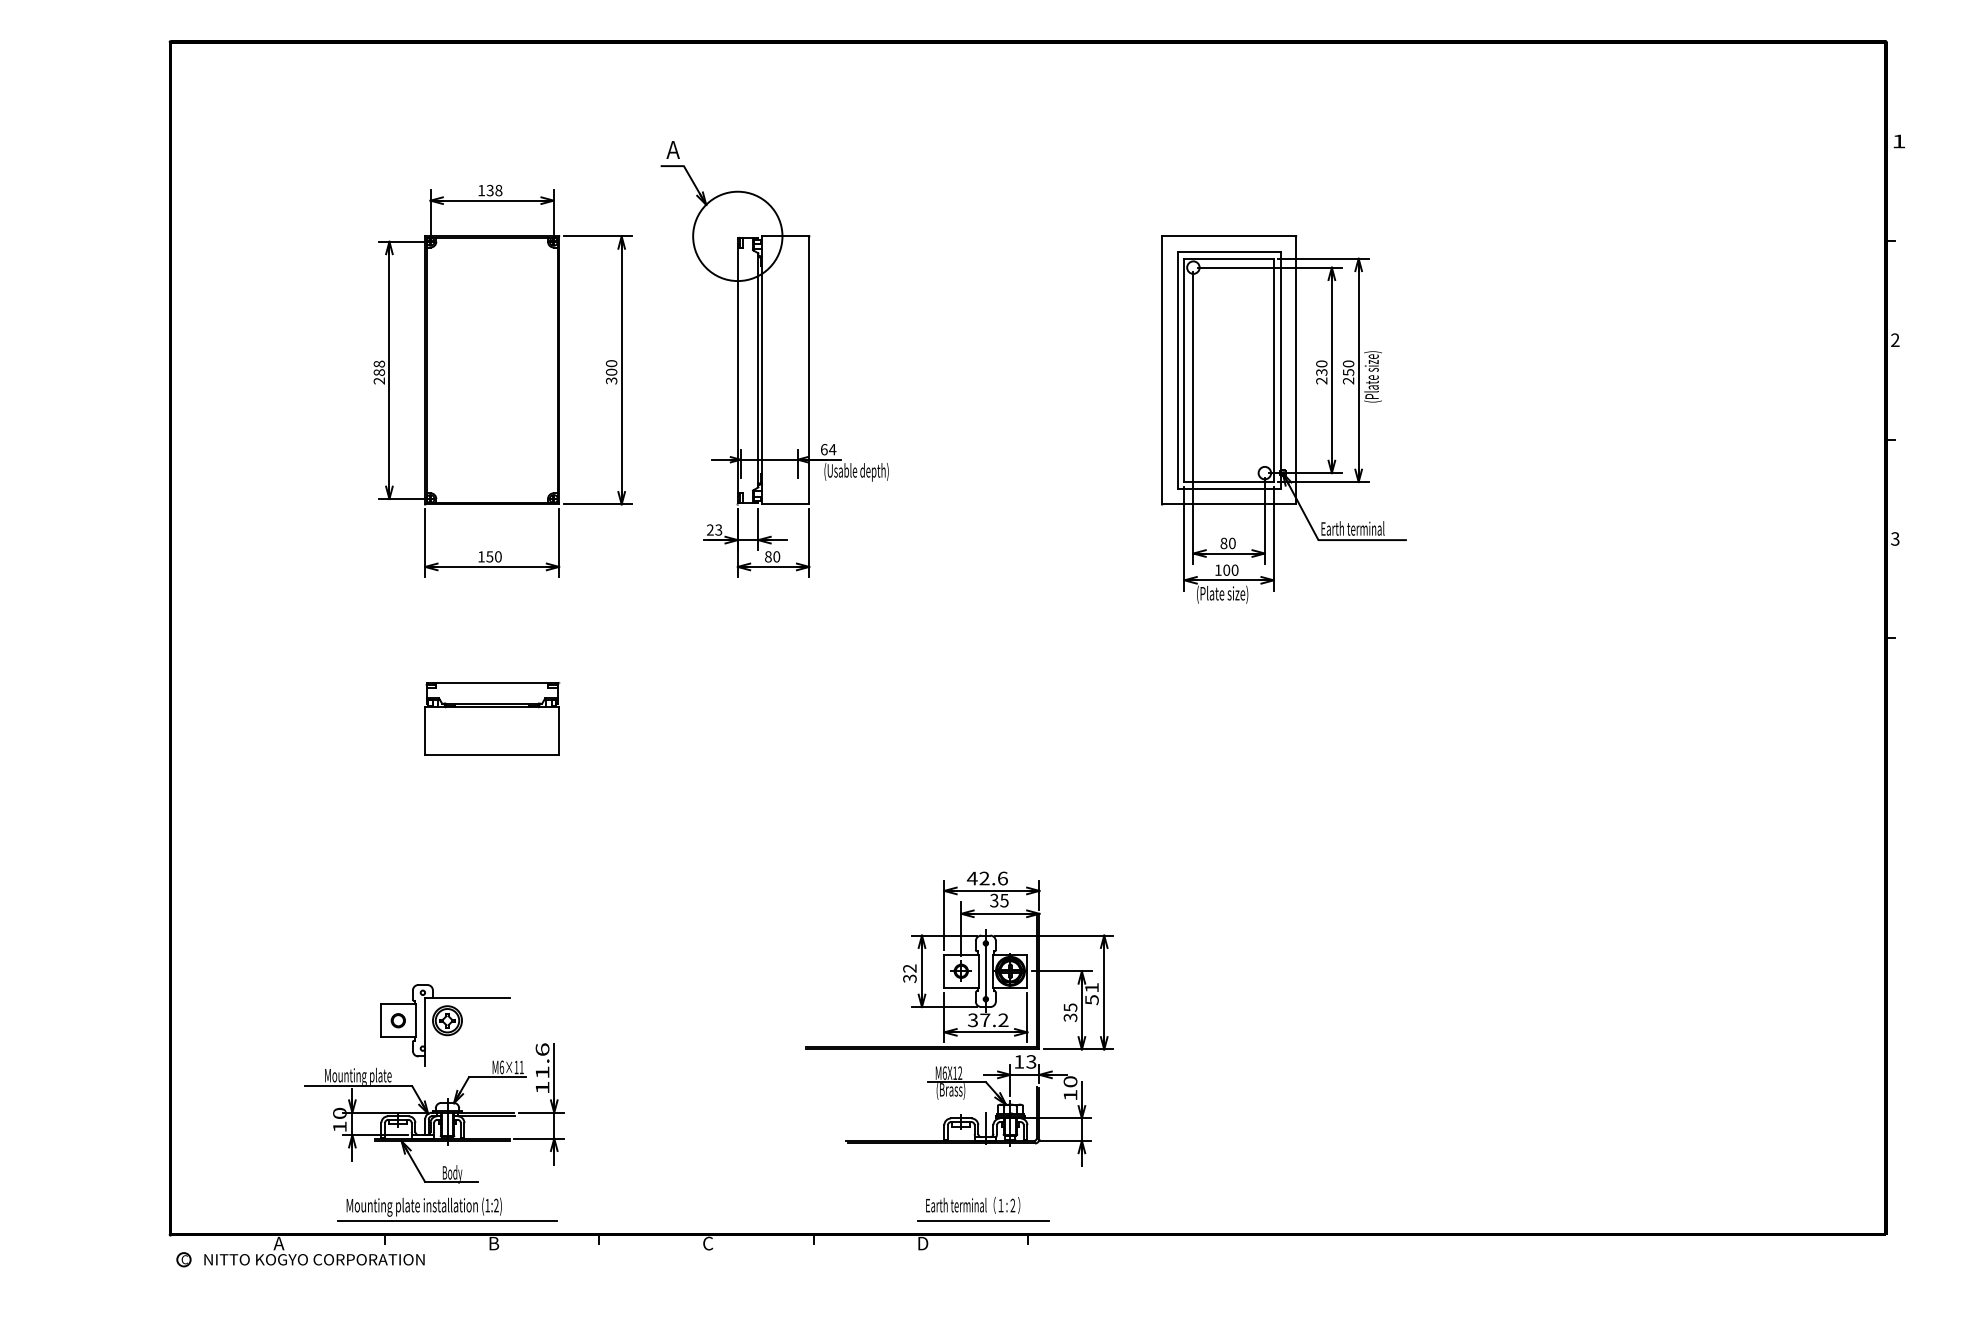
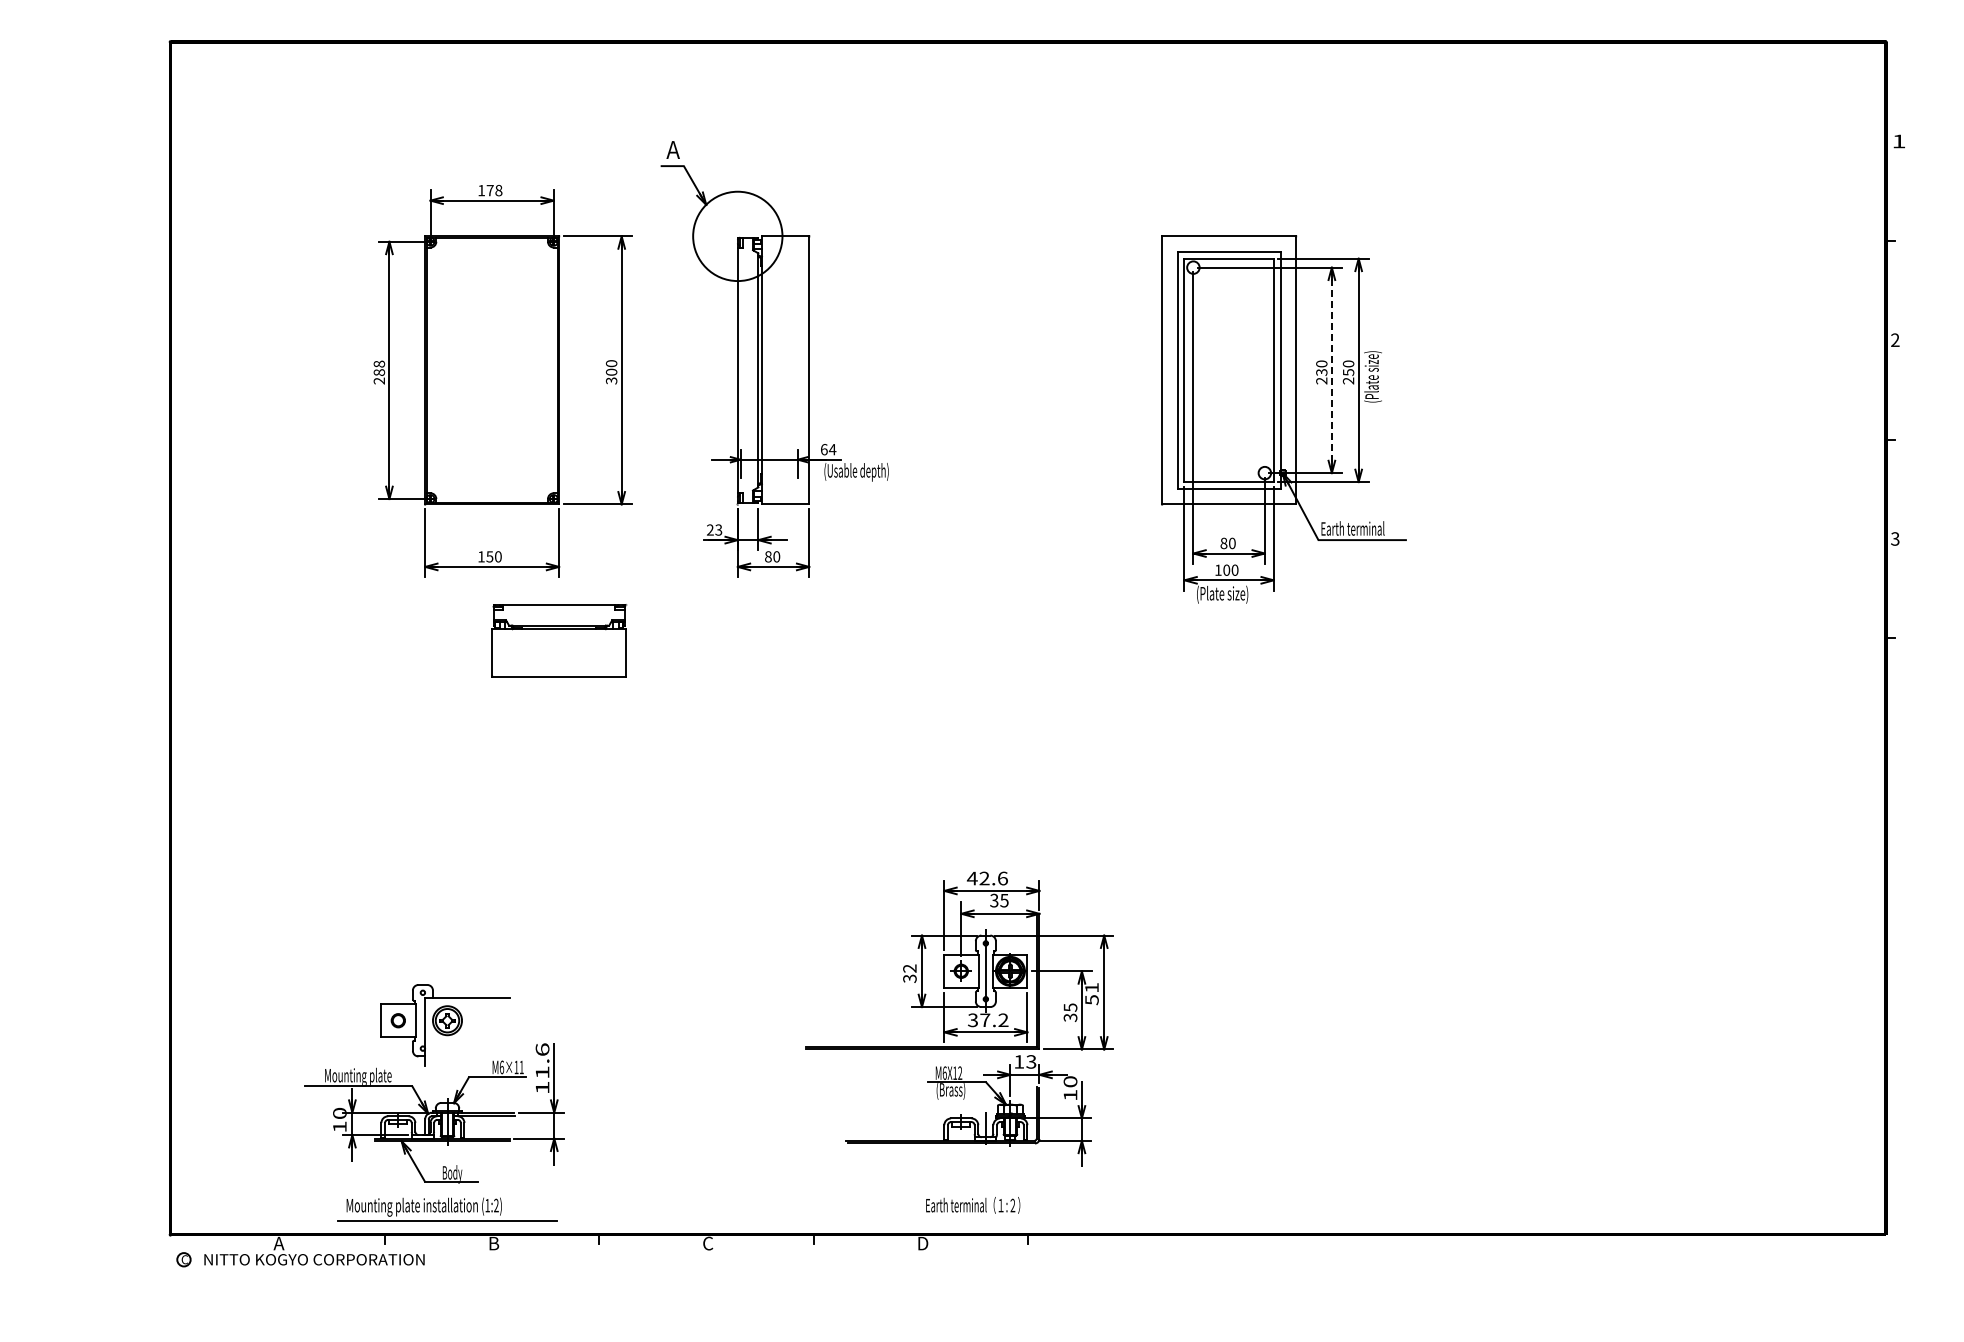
text at (489, 190): 138 -> 178
line at (1331, 370): solid -> dashed
part at (492, 718) position: (492, 718) -> (559, 640)
line at (983, 1220): present -> none
